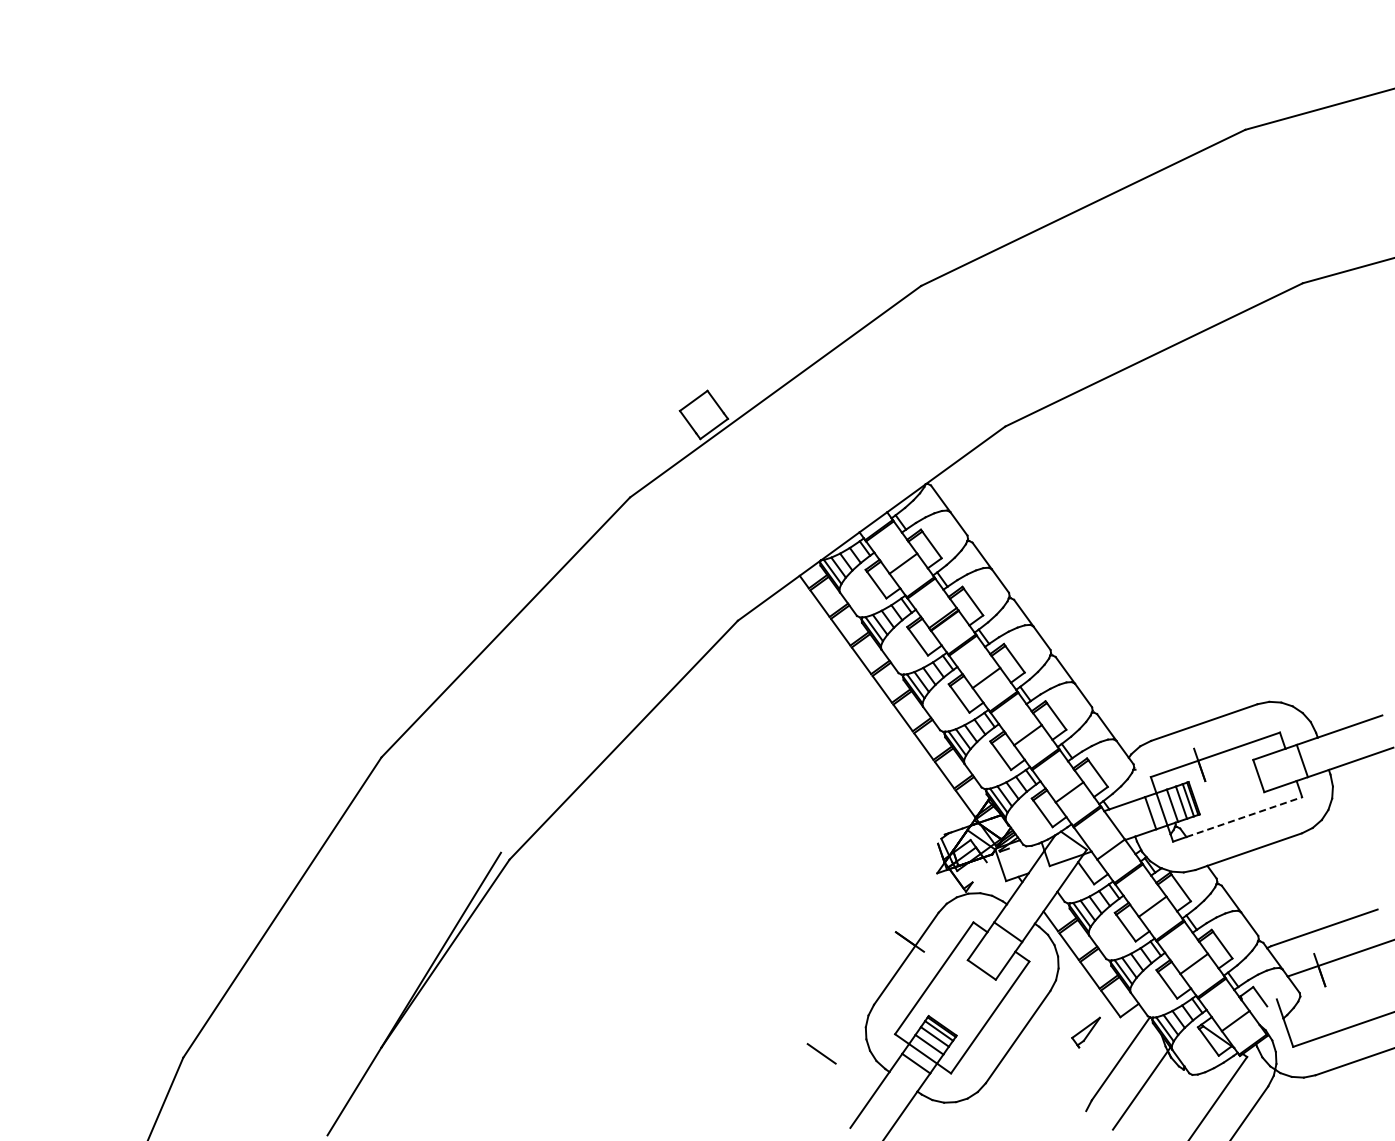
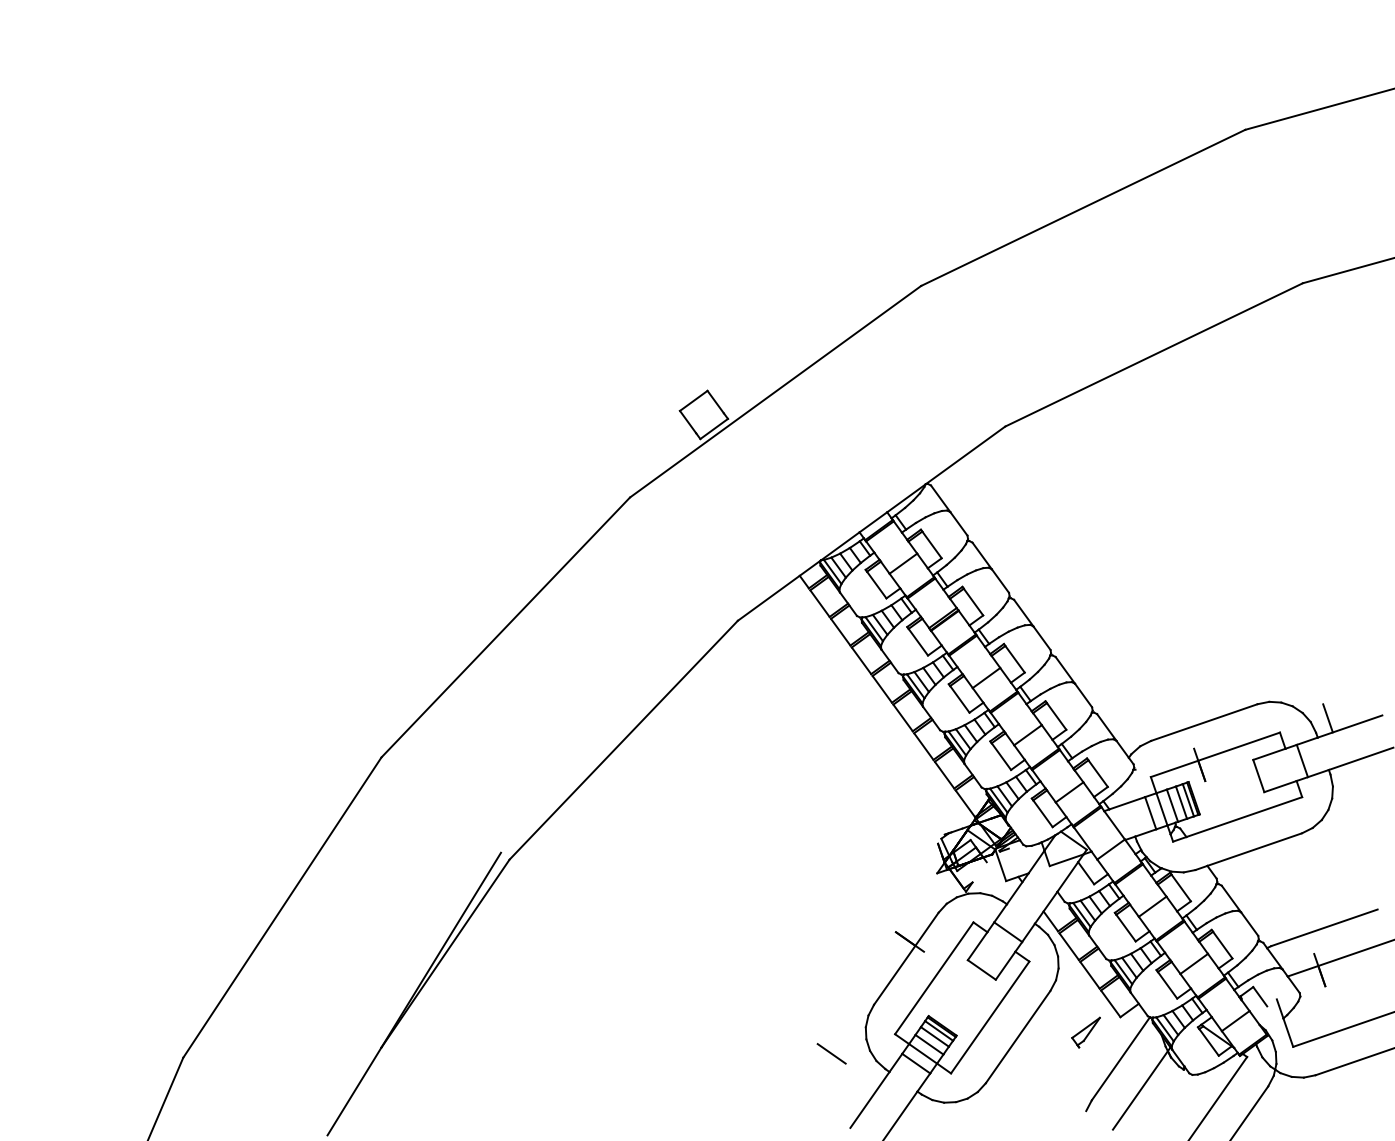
line at (1327, 718): none -> present
line at (1244, 816): dashed -> solid
line at (821, 1053) position: (821, 1053) -> (831, 1053)
